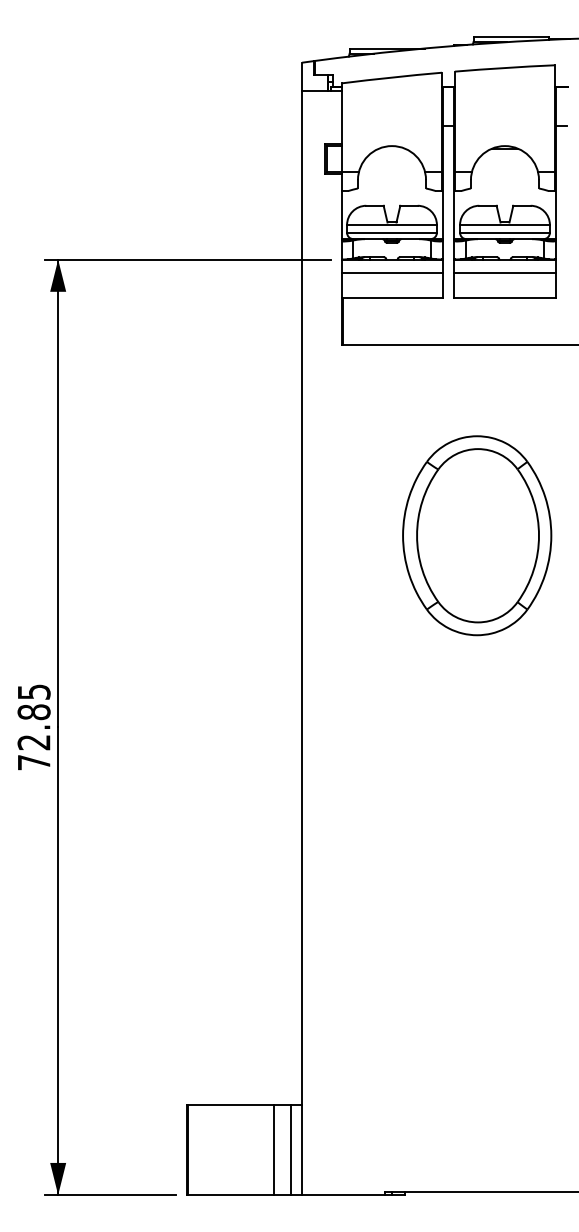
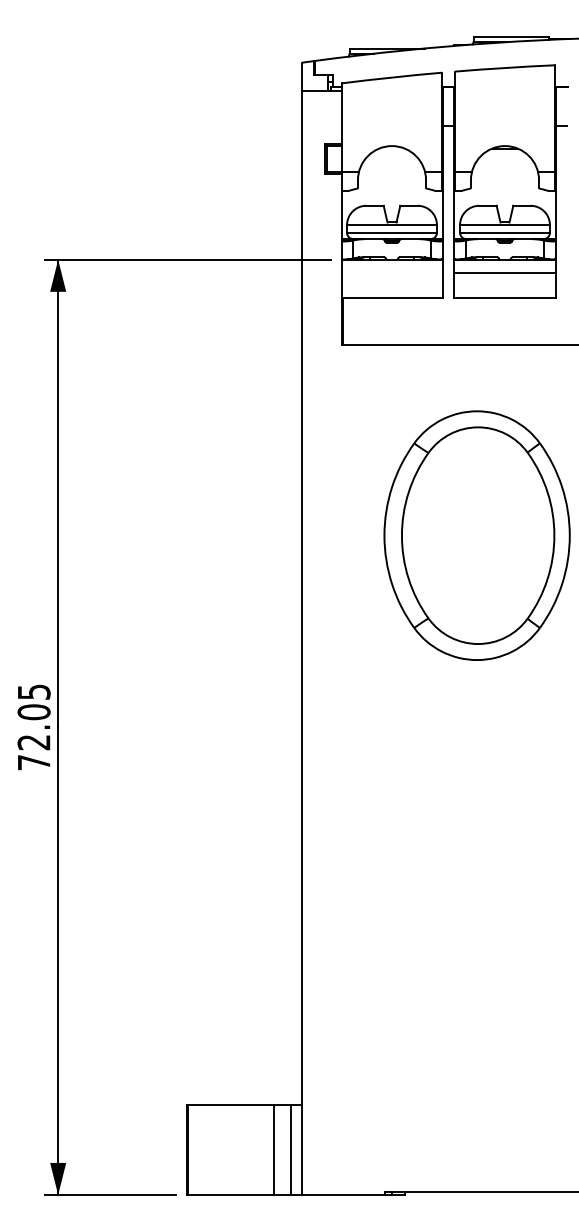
line at (392, 272): present -> none
part at (477, 535) size: 151x202 px -> 188x251 px
text at (33, 712): 72.85 -> 72.05
